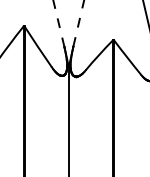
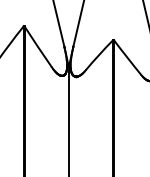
line at (58, 23): dashed -> solid
line at (78, 23): dashed -> solid
